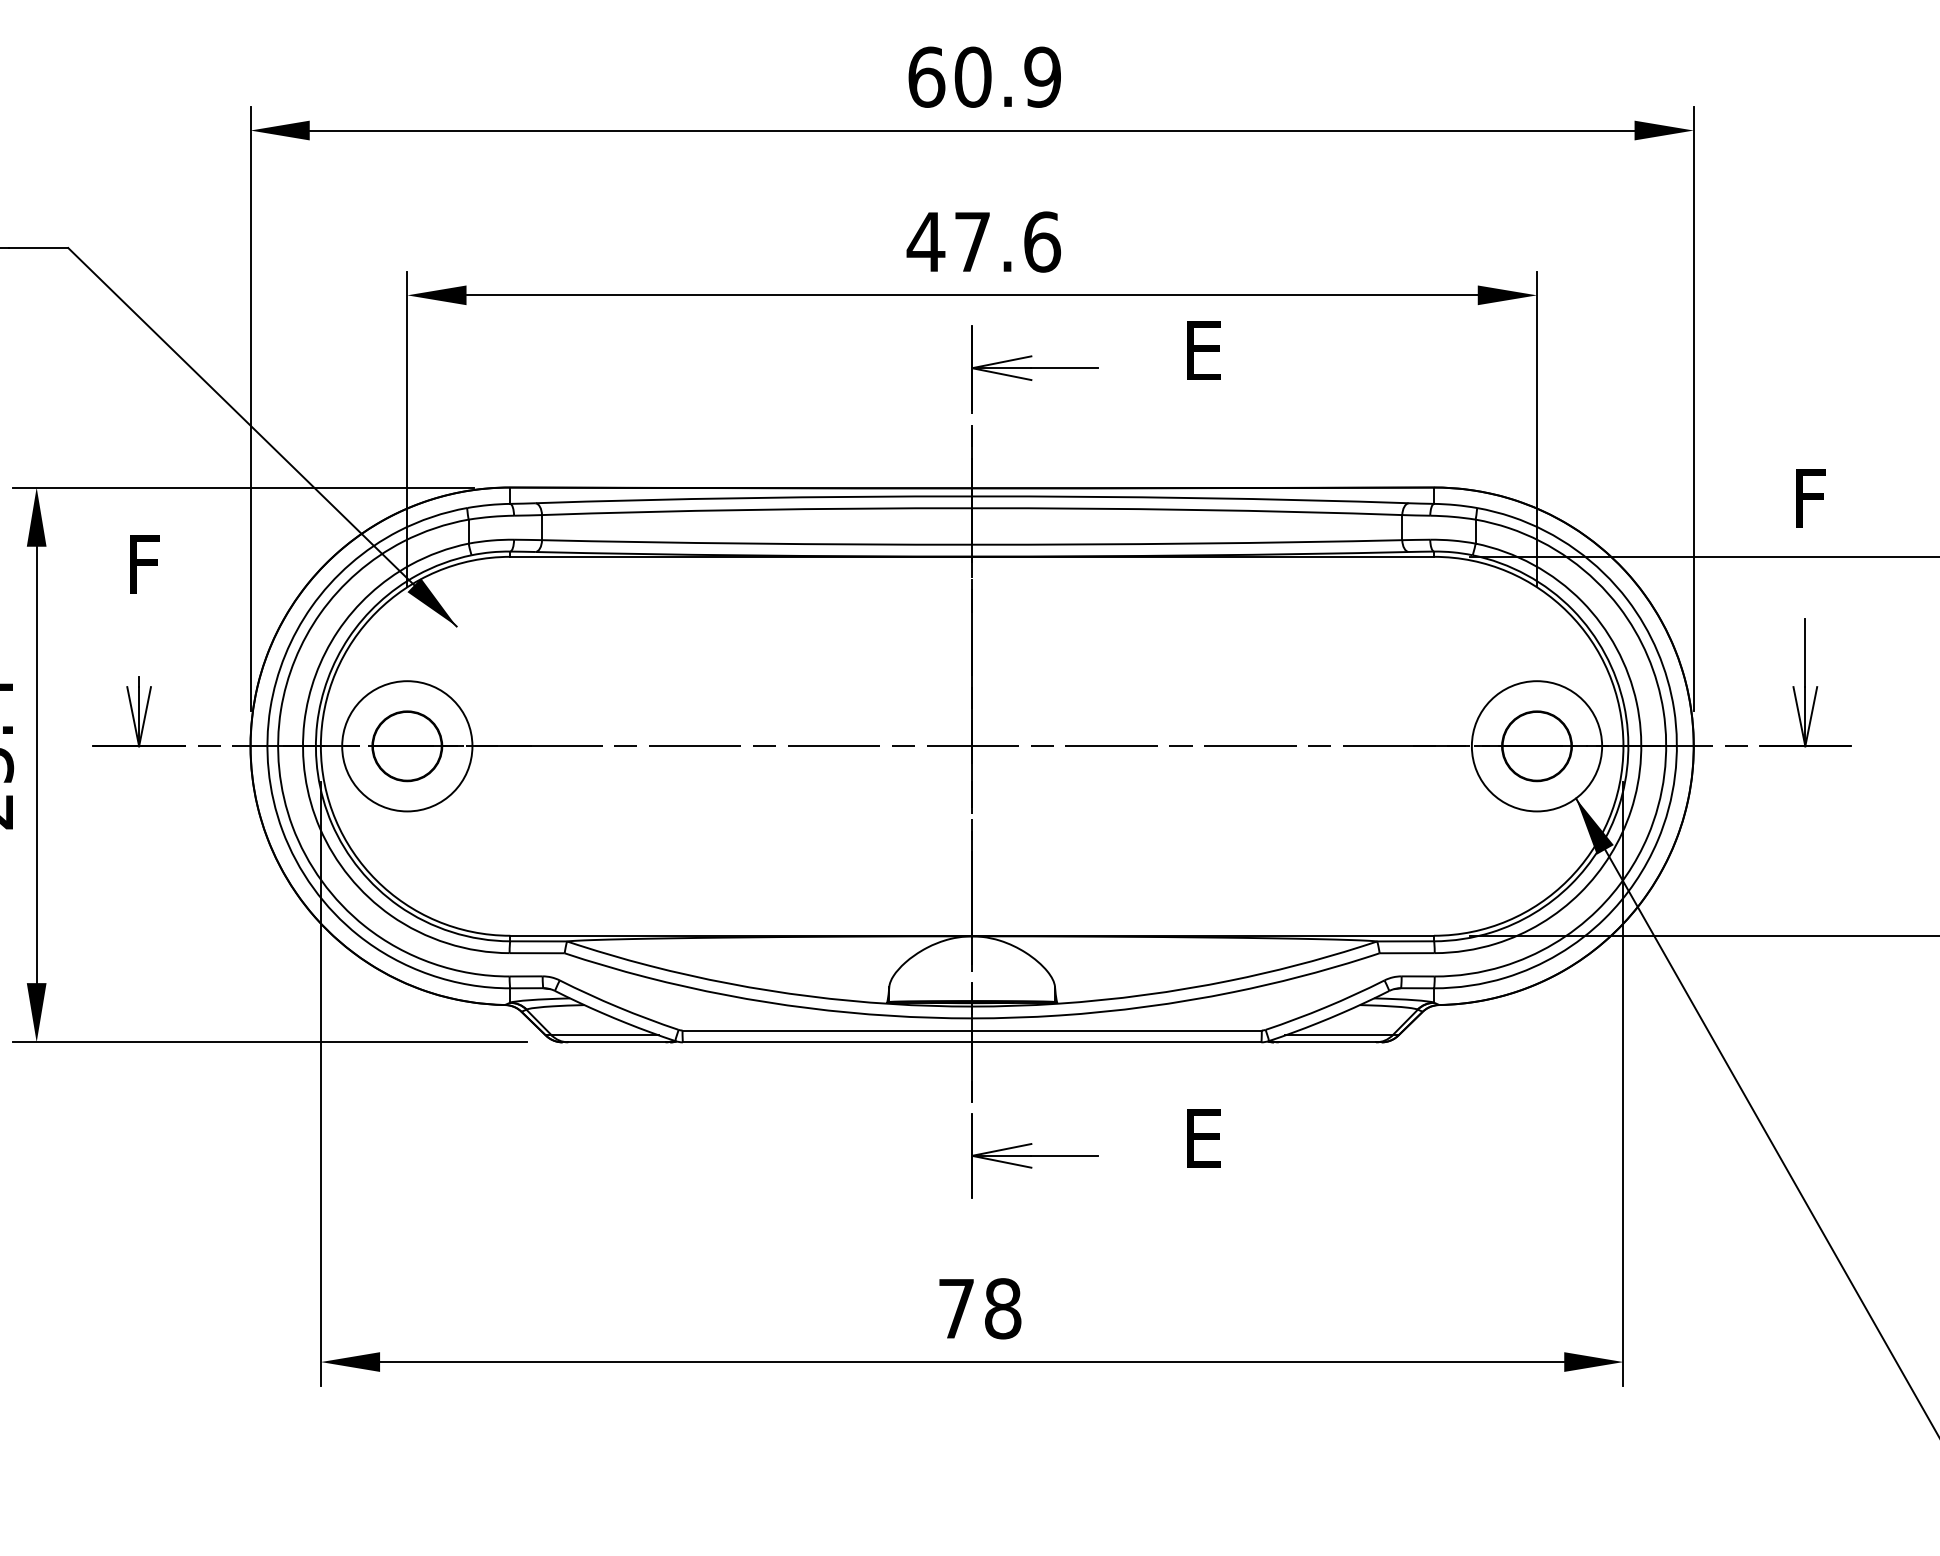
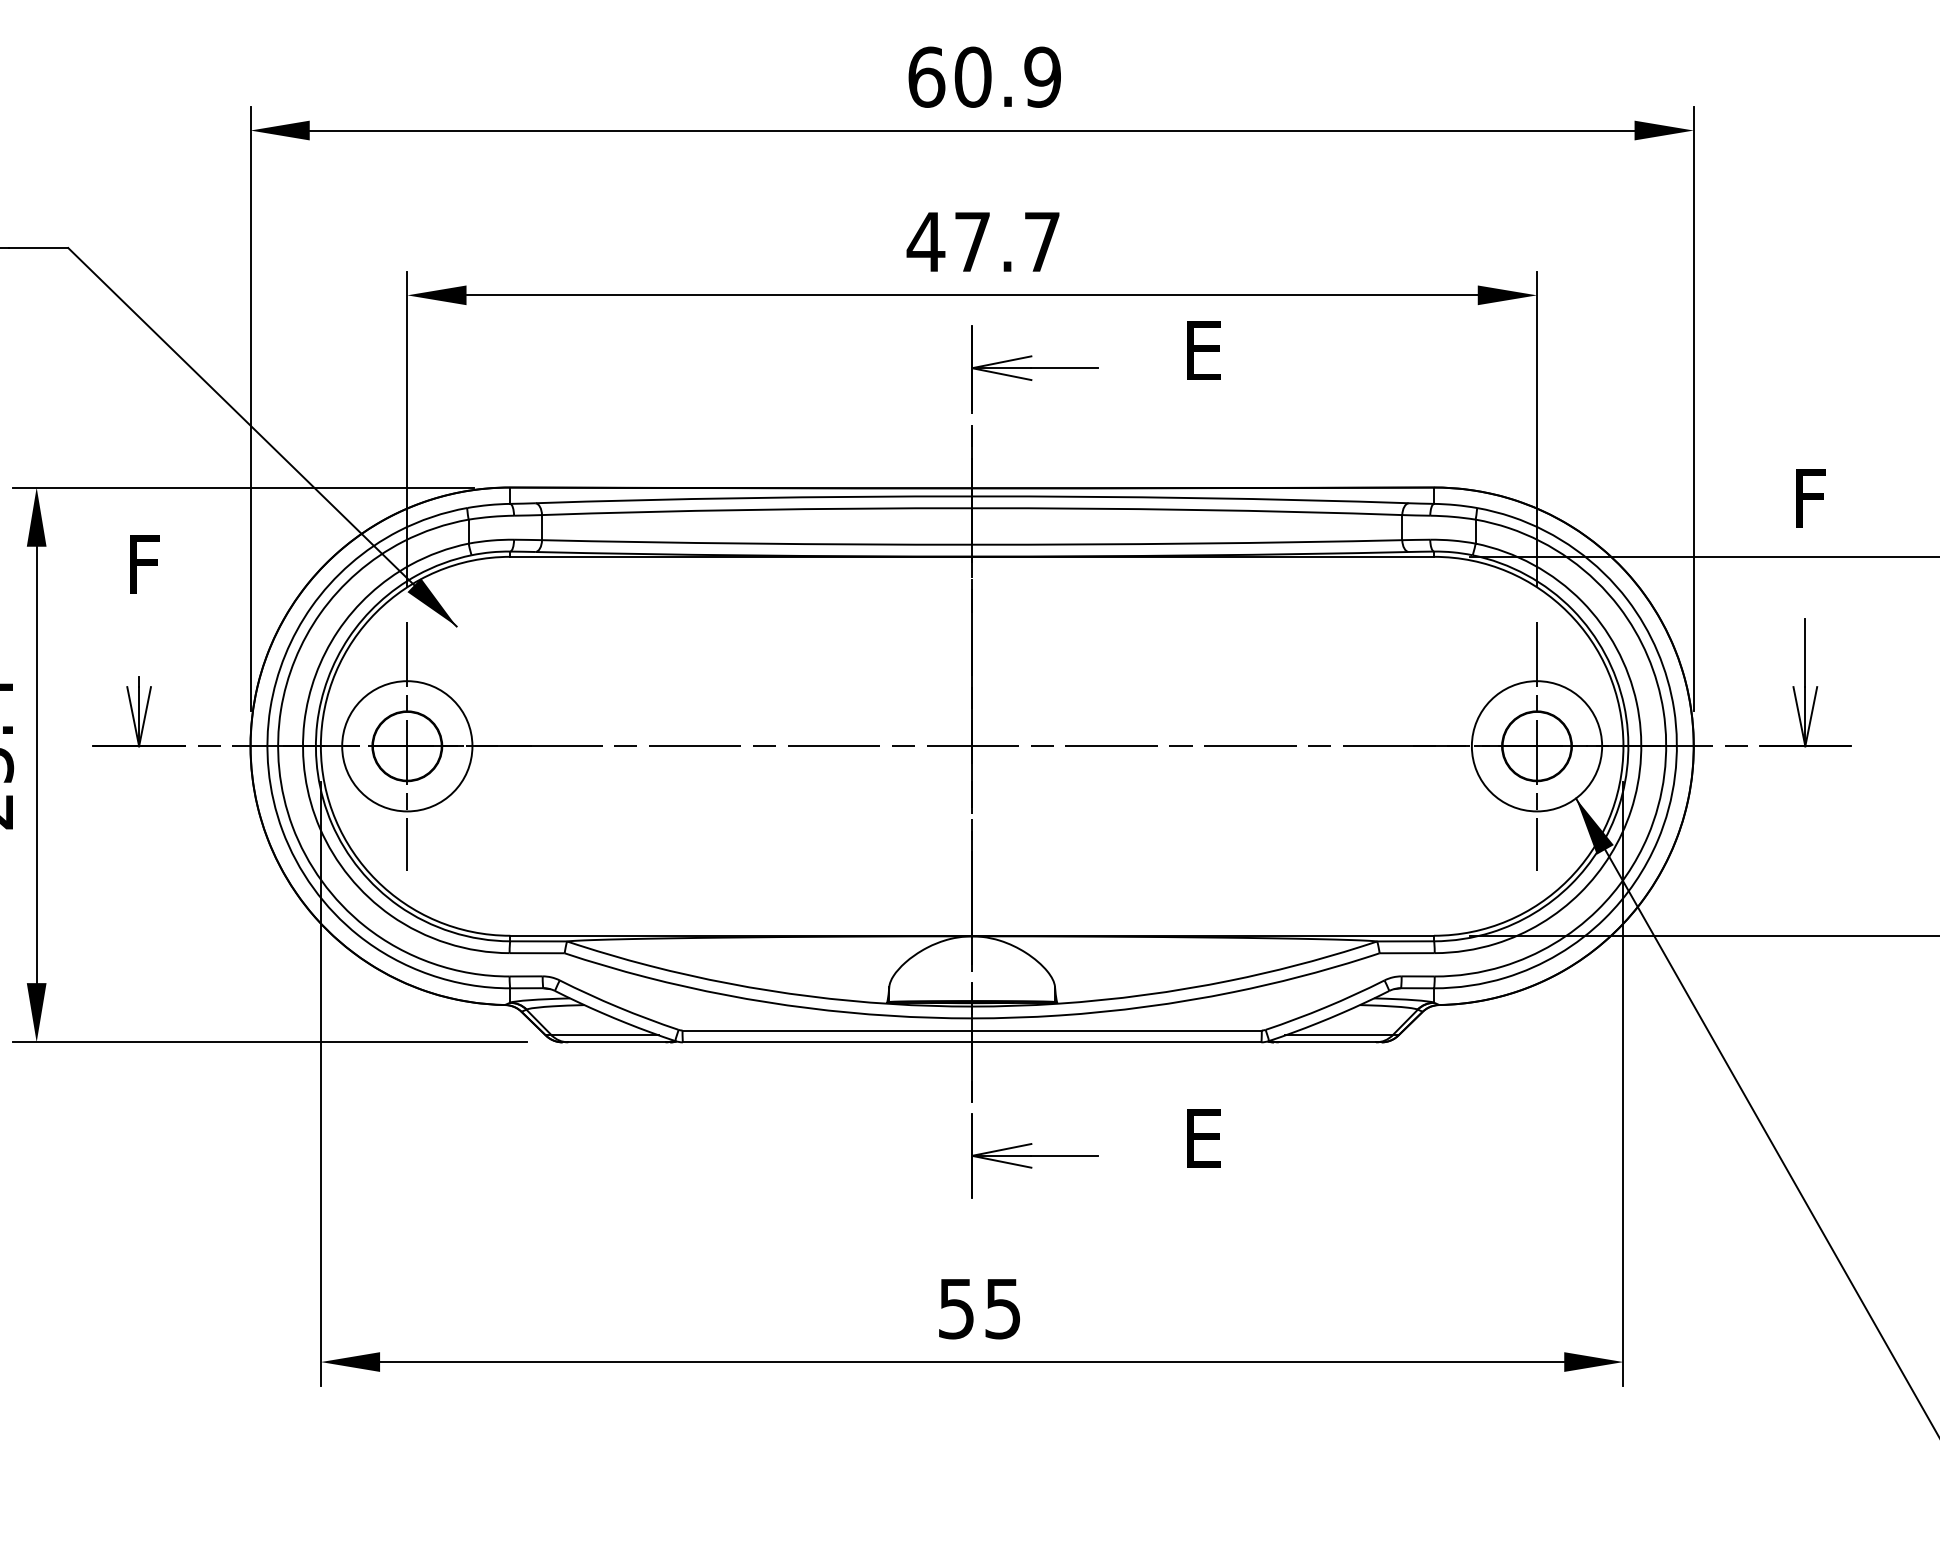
text at (1042, 241): 47.6 -> 47.7
line at (407, 745): none -> present
line at (1537, 745): none -> present
text at (980, 1308): 78 -> 55
